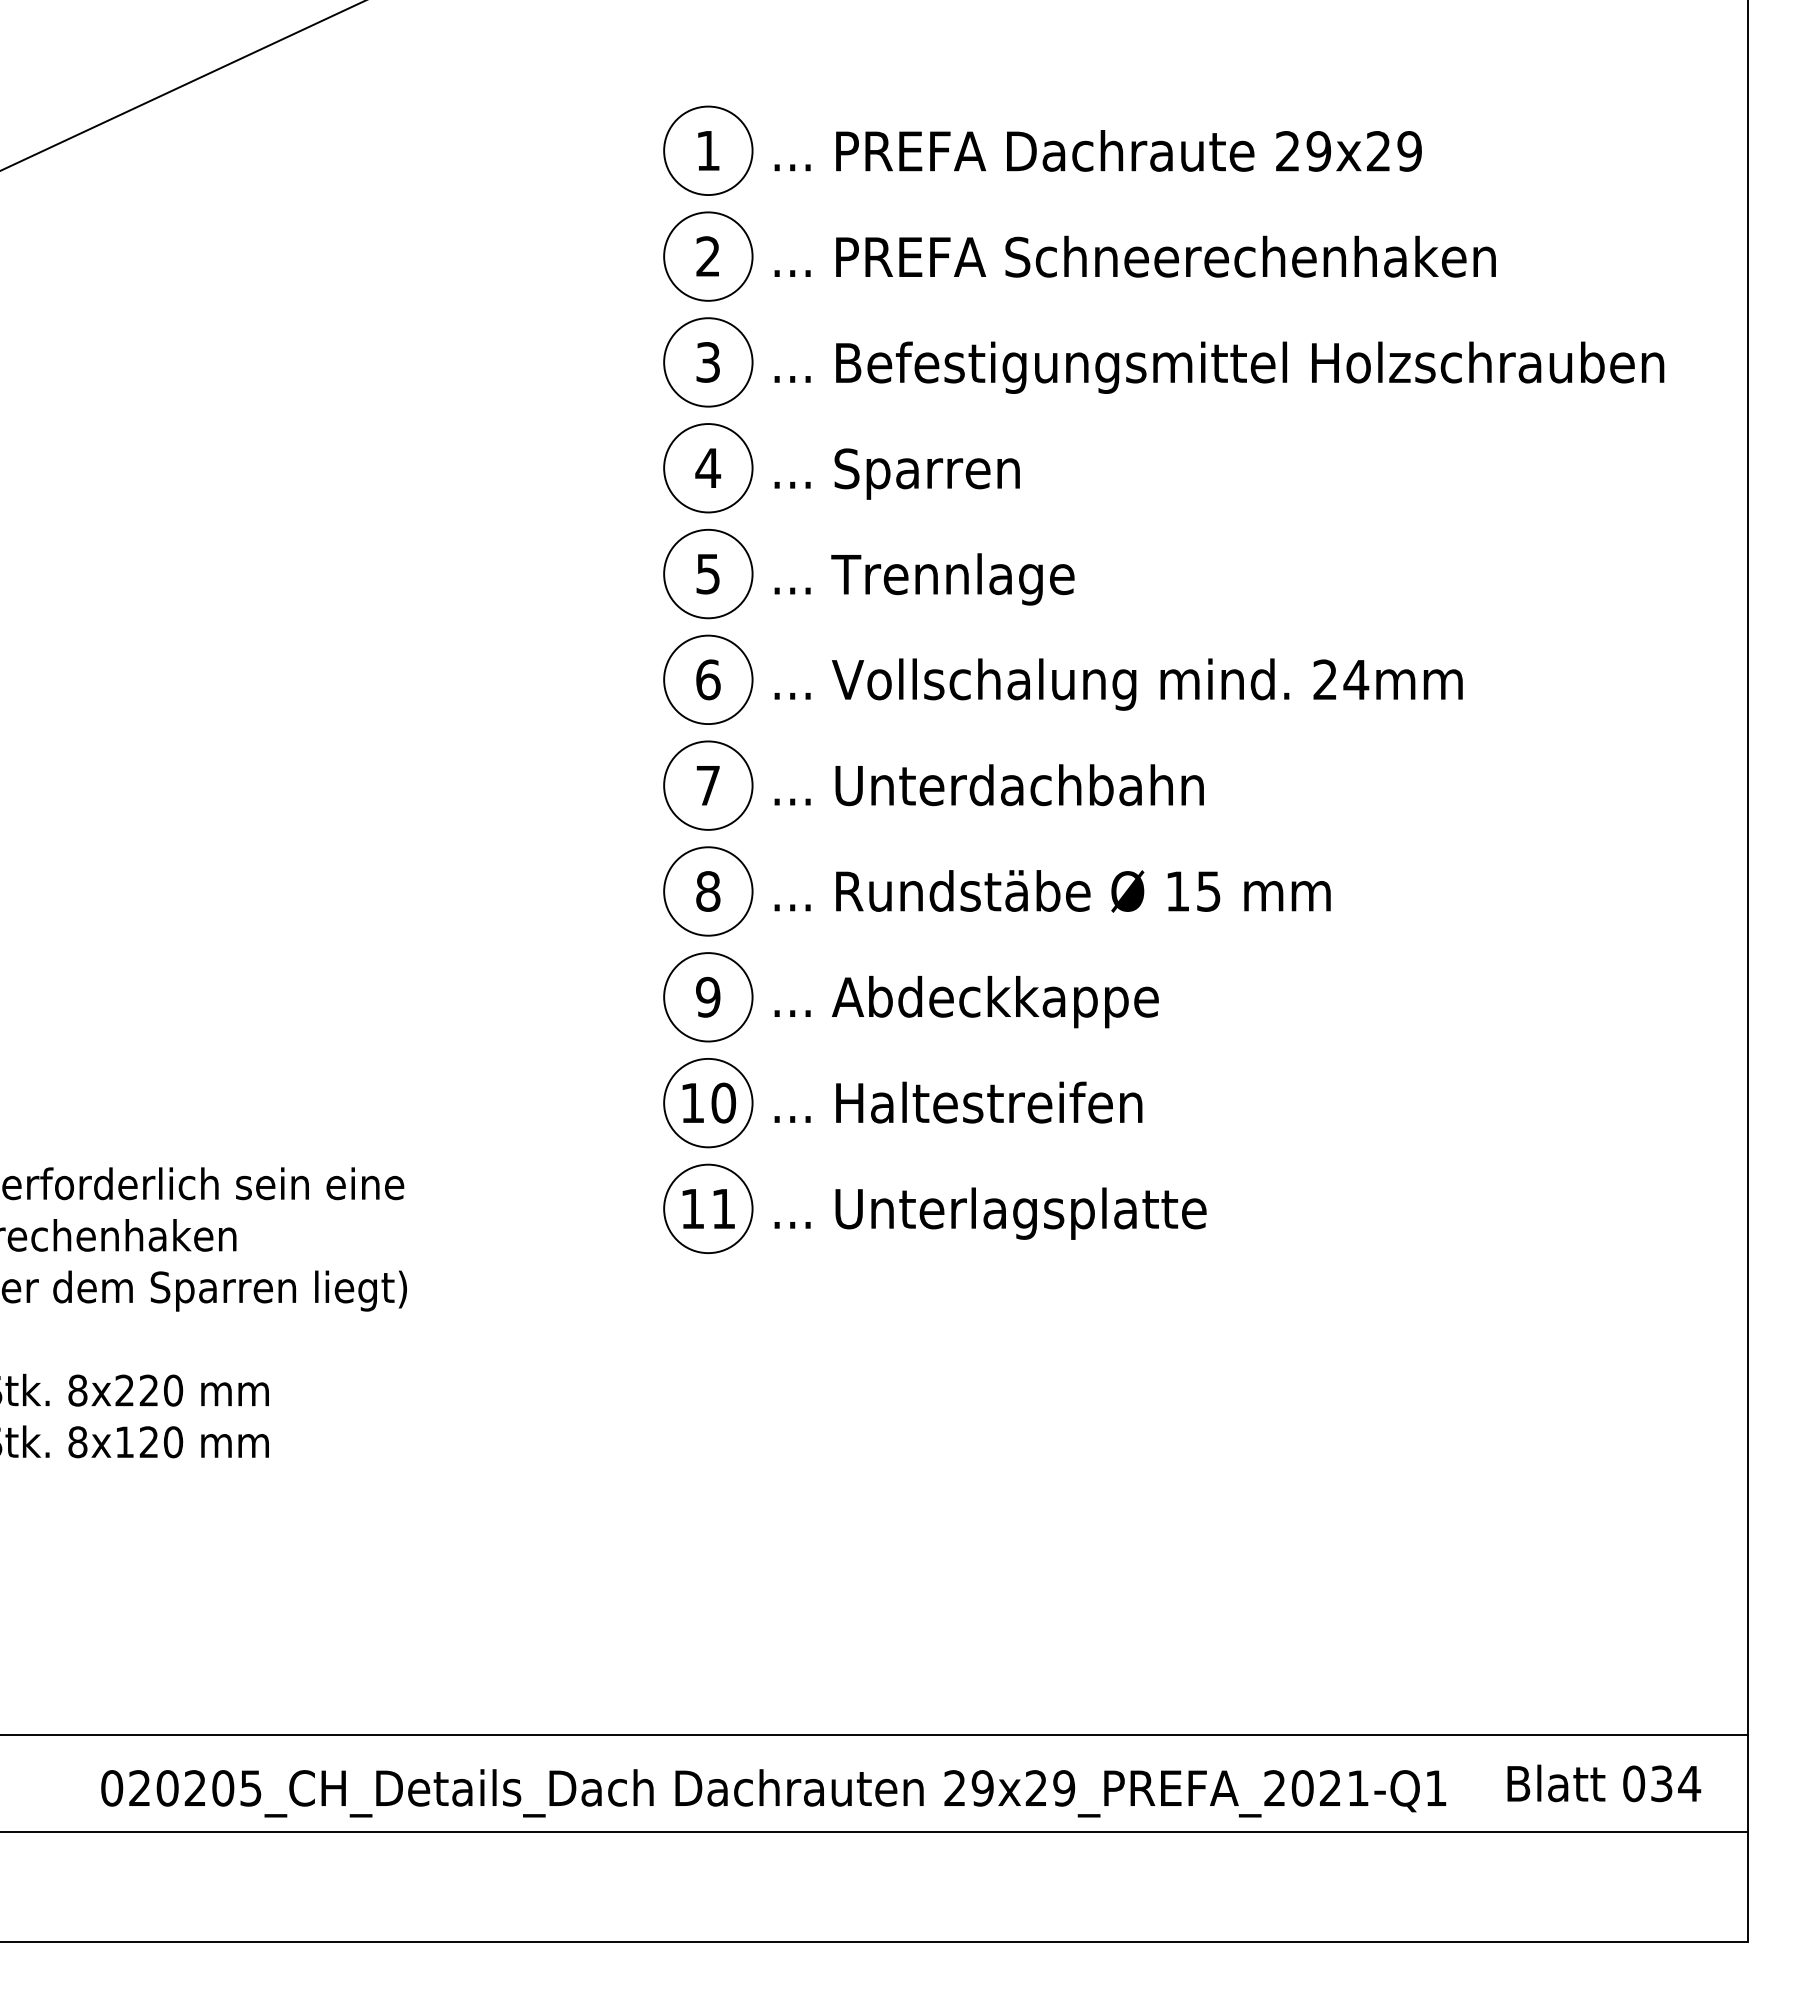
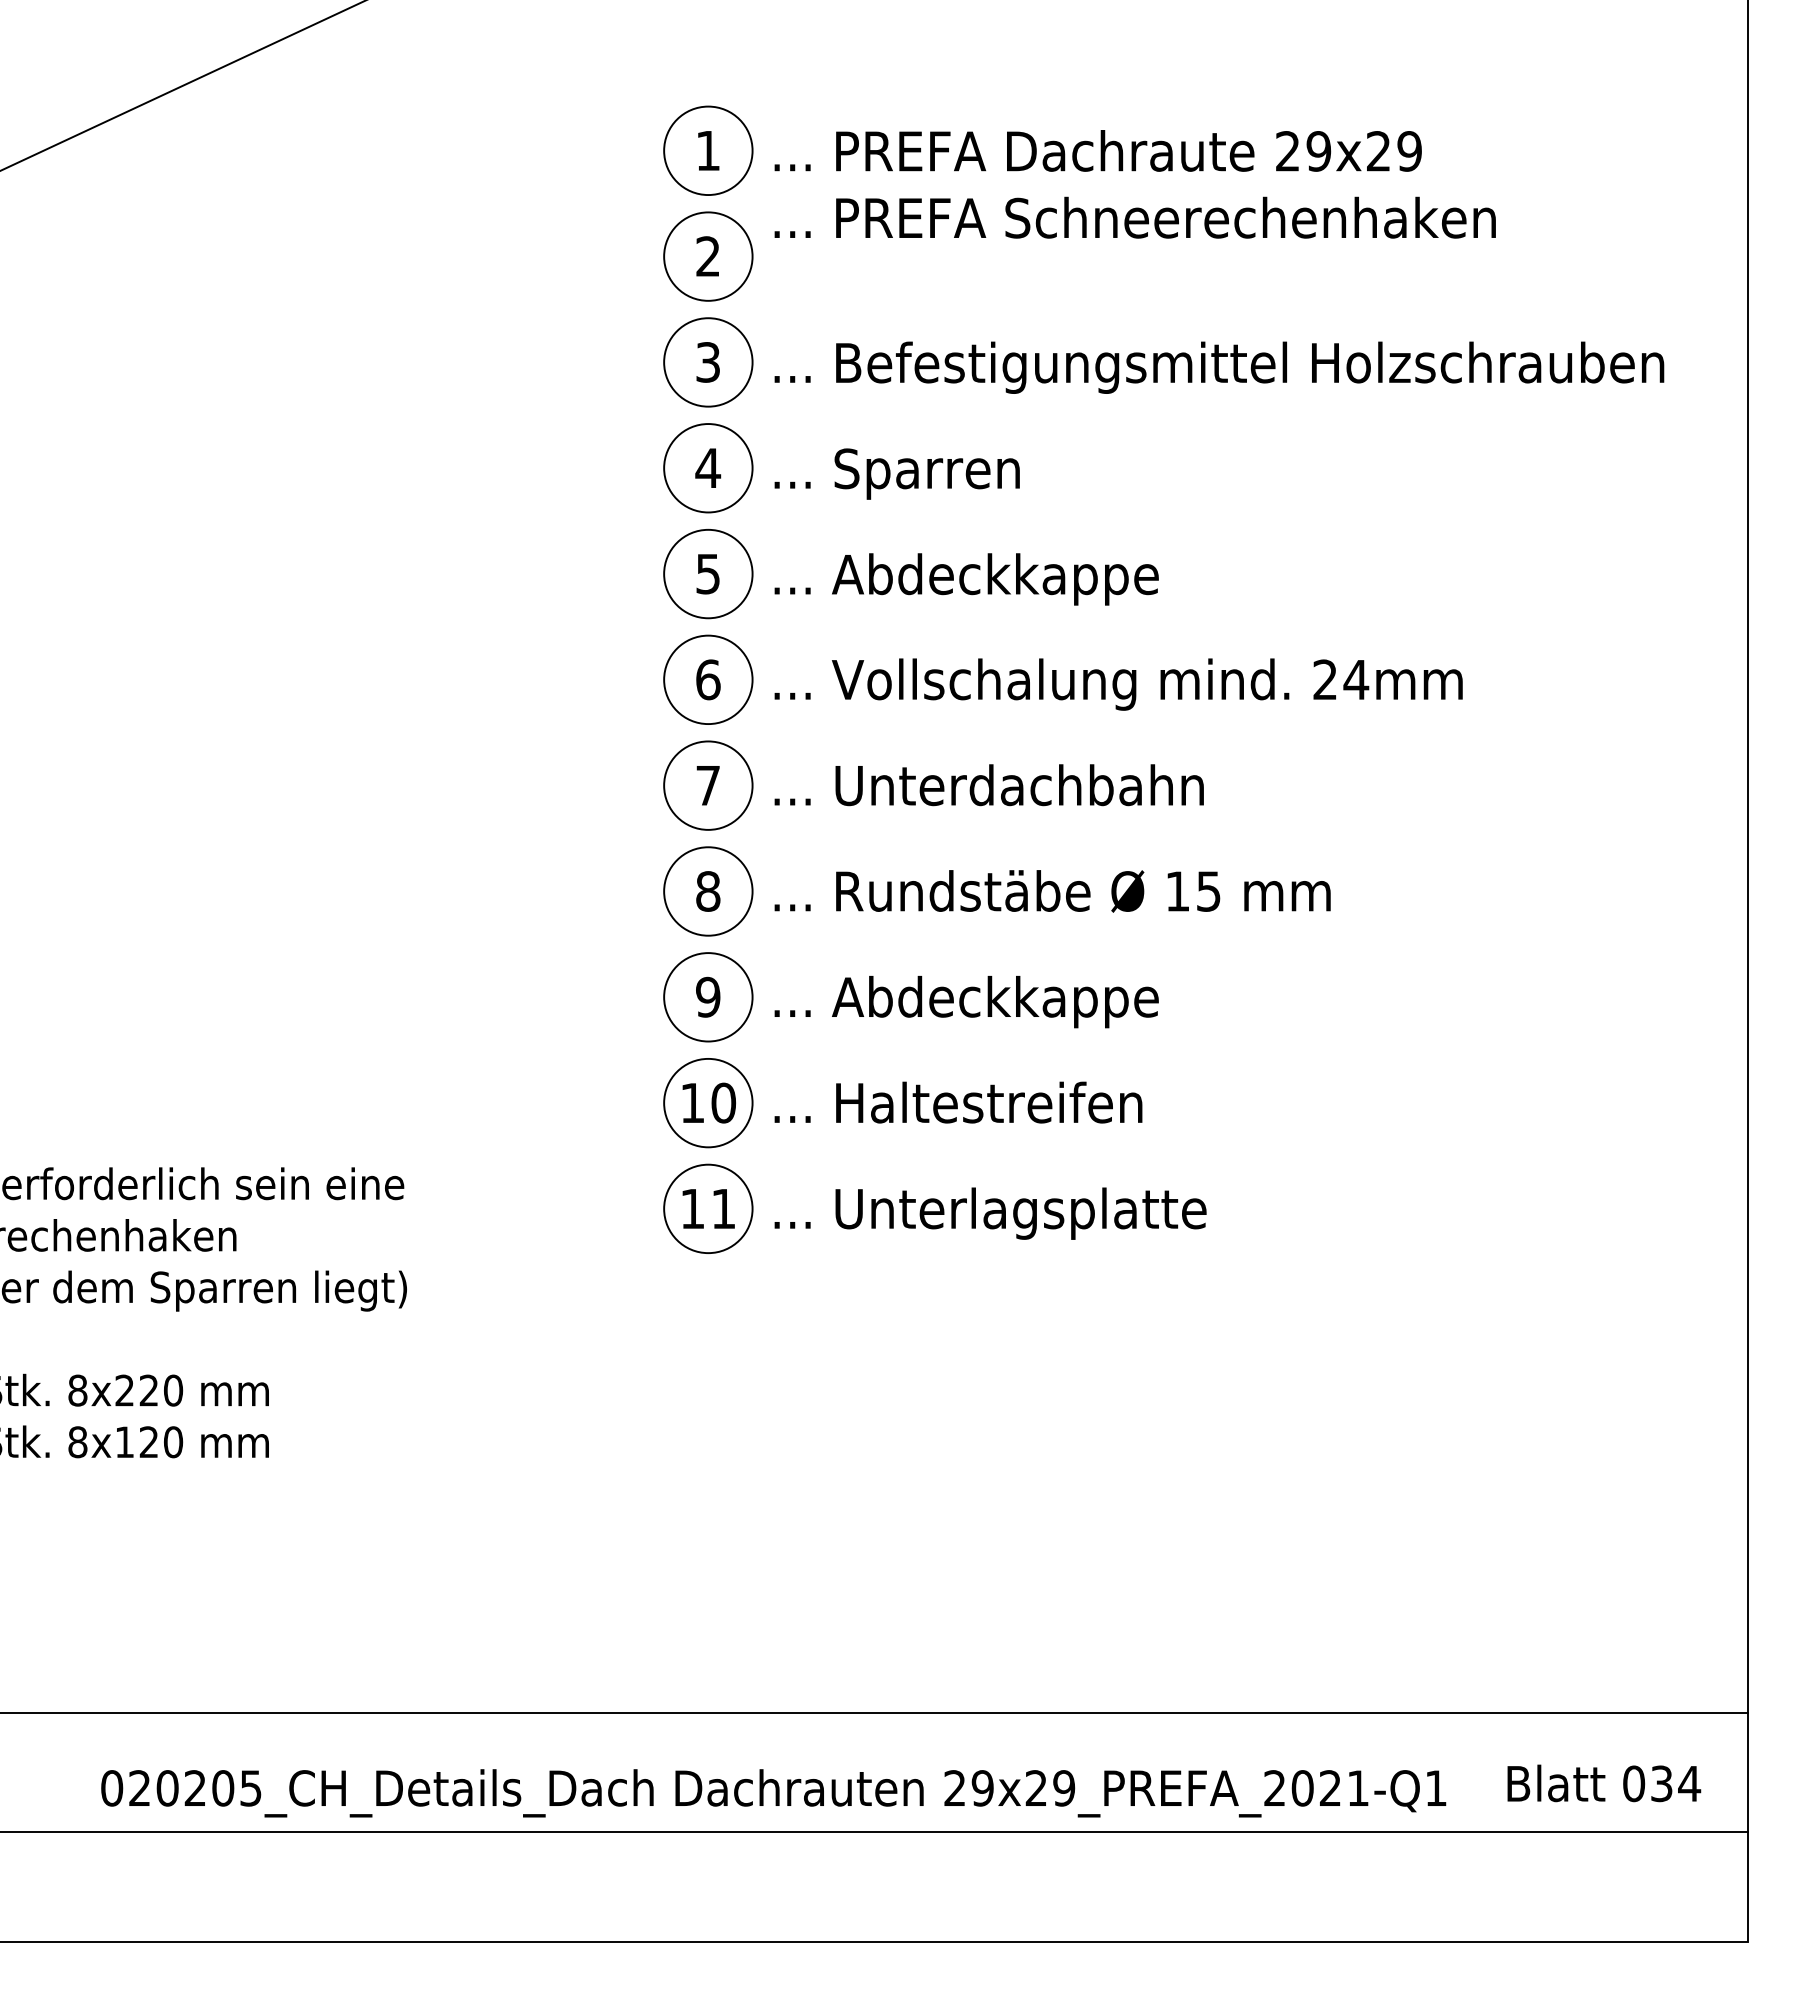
text at (1134, 256) position: (1134, 256) -> (1134, 217)
text at (994, 579): ... Trennlage -> ... Abdeckkappe
line at (874, 1735) position: (874, 1735) -> (874, 1713)
